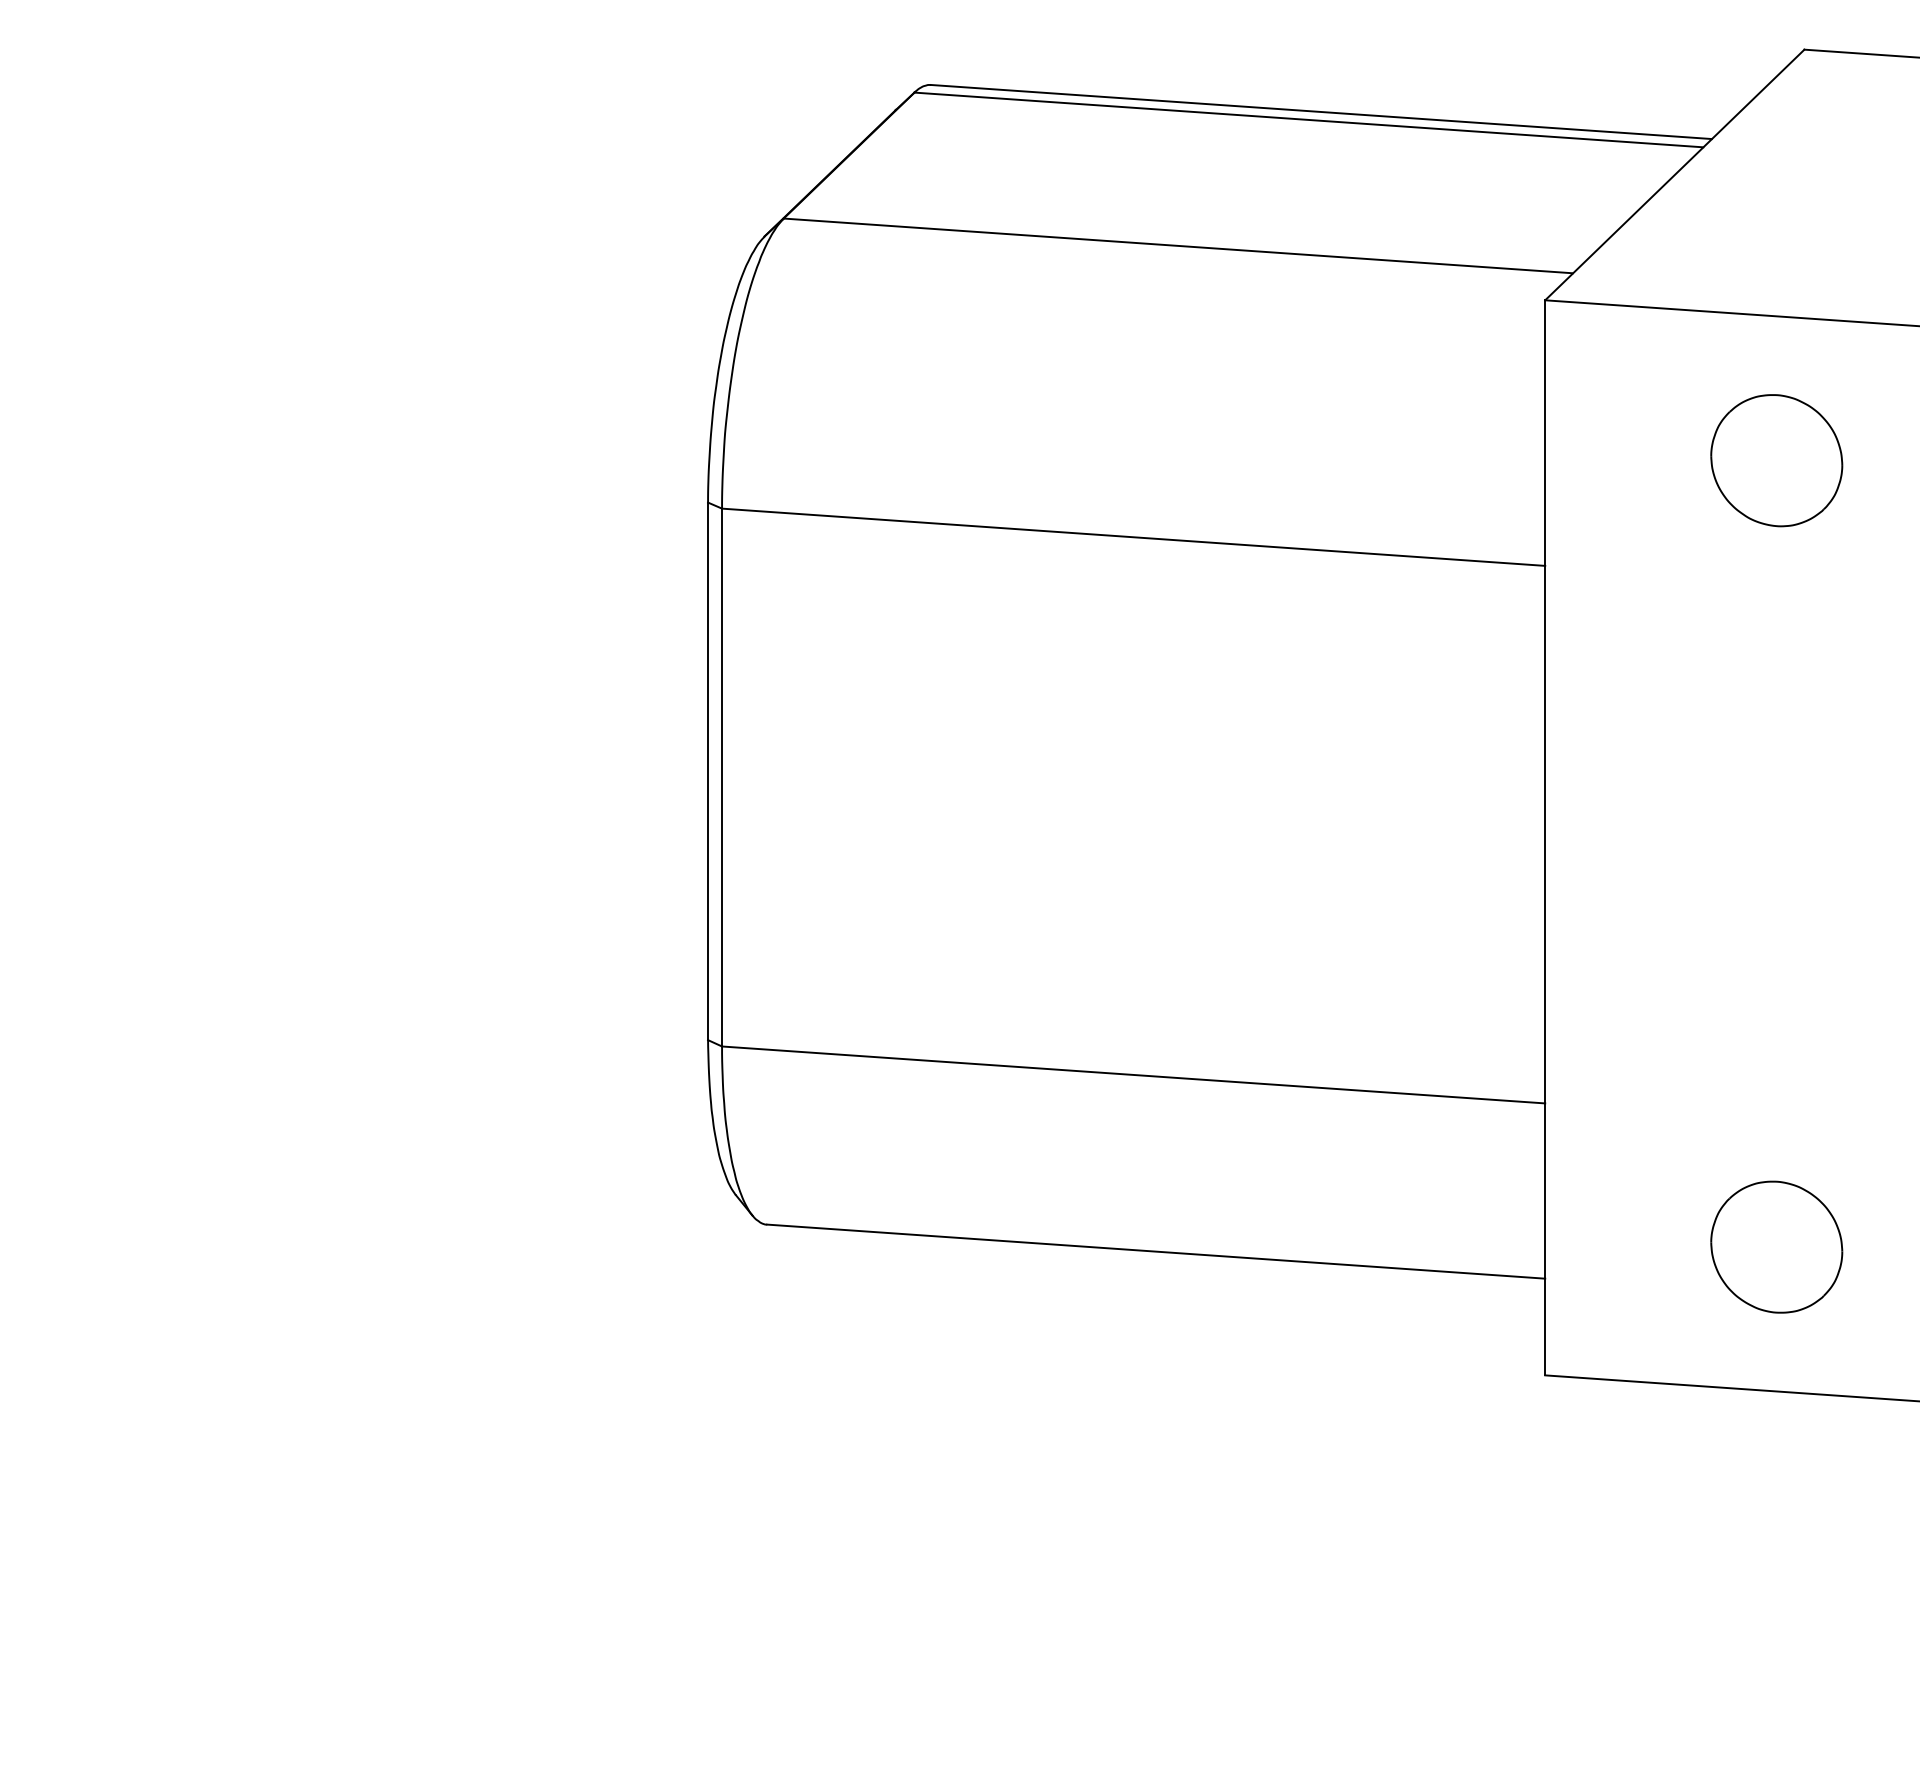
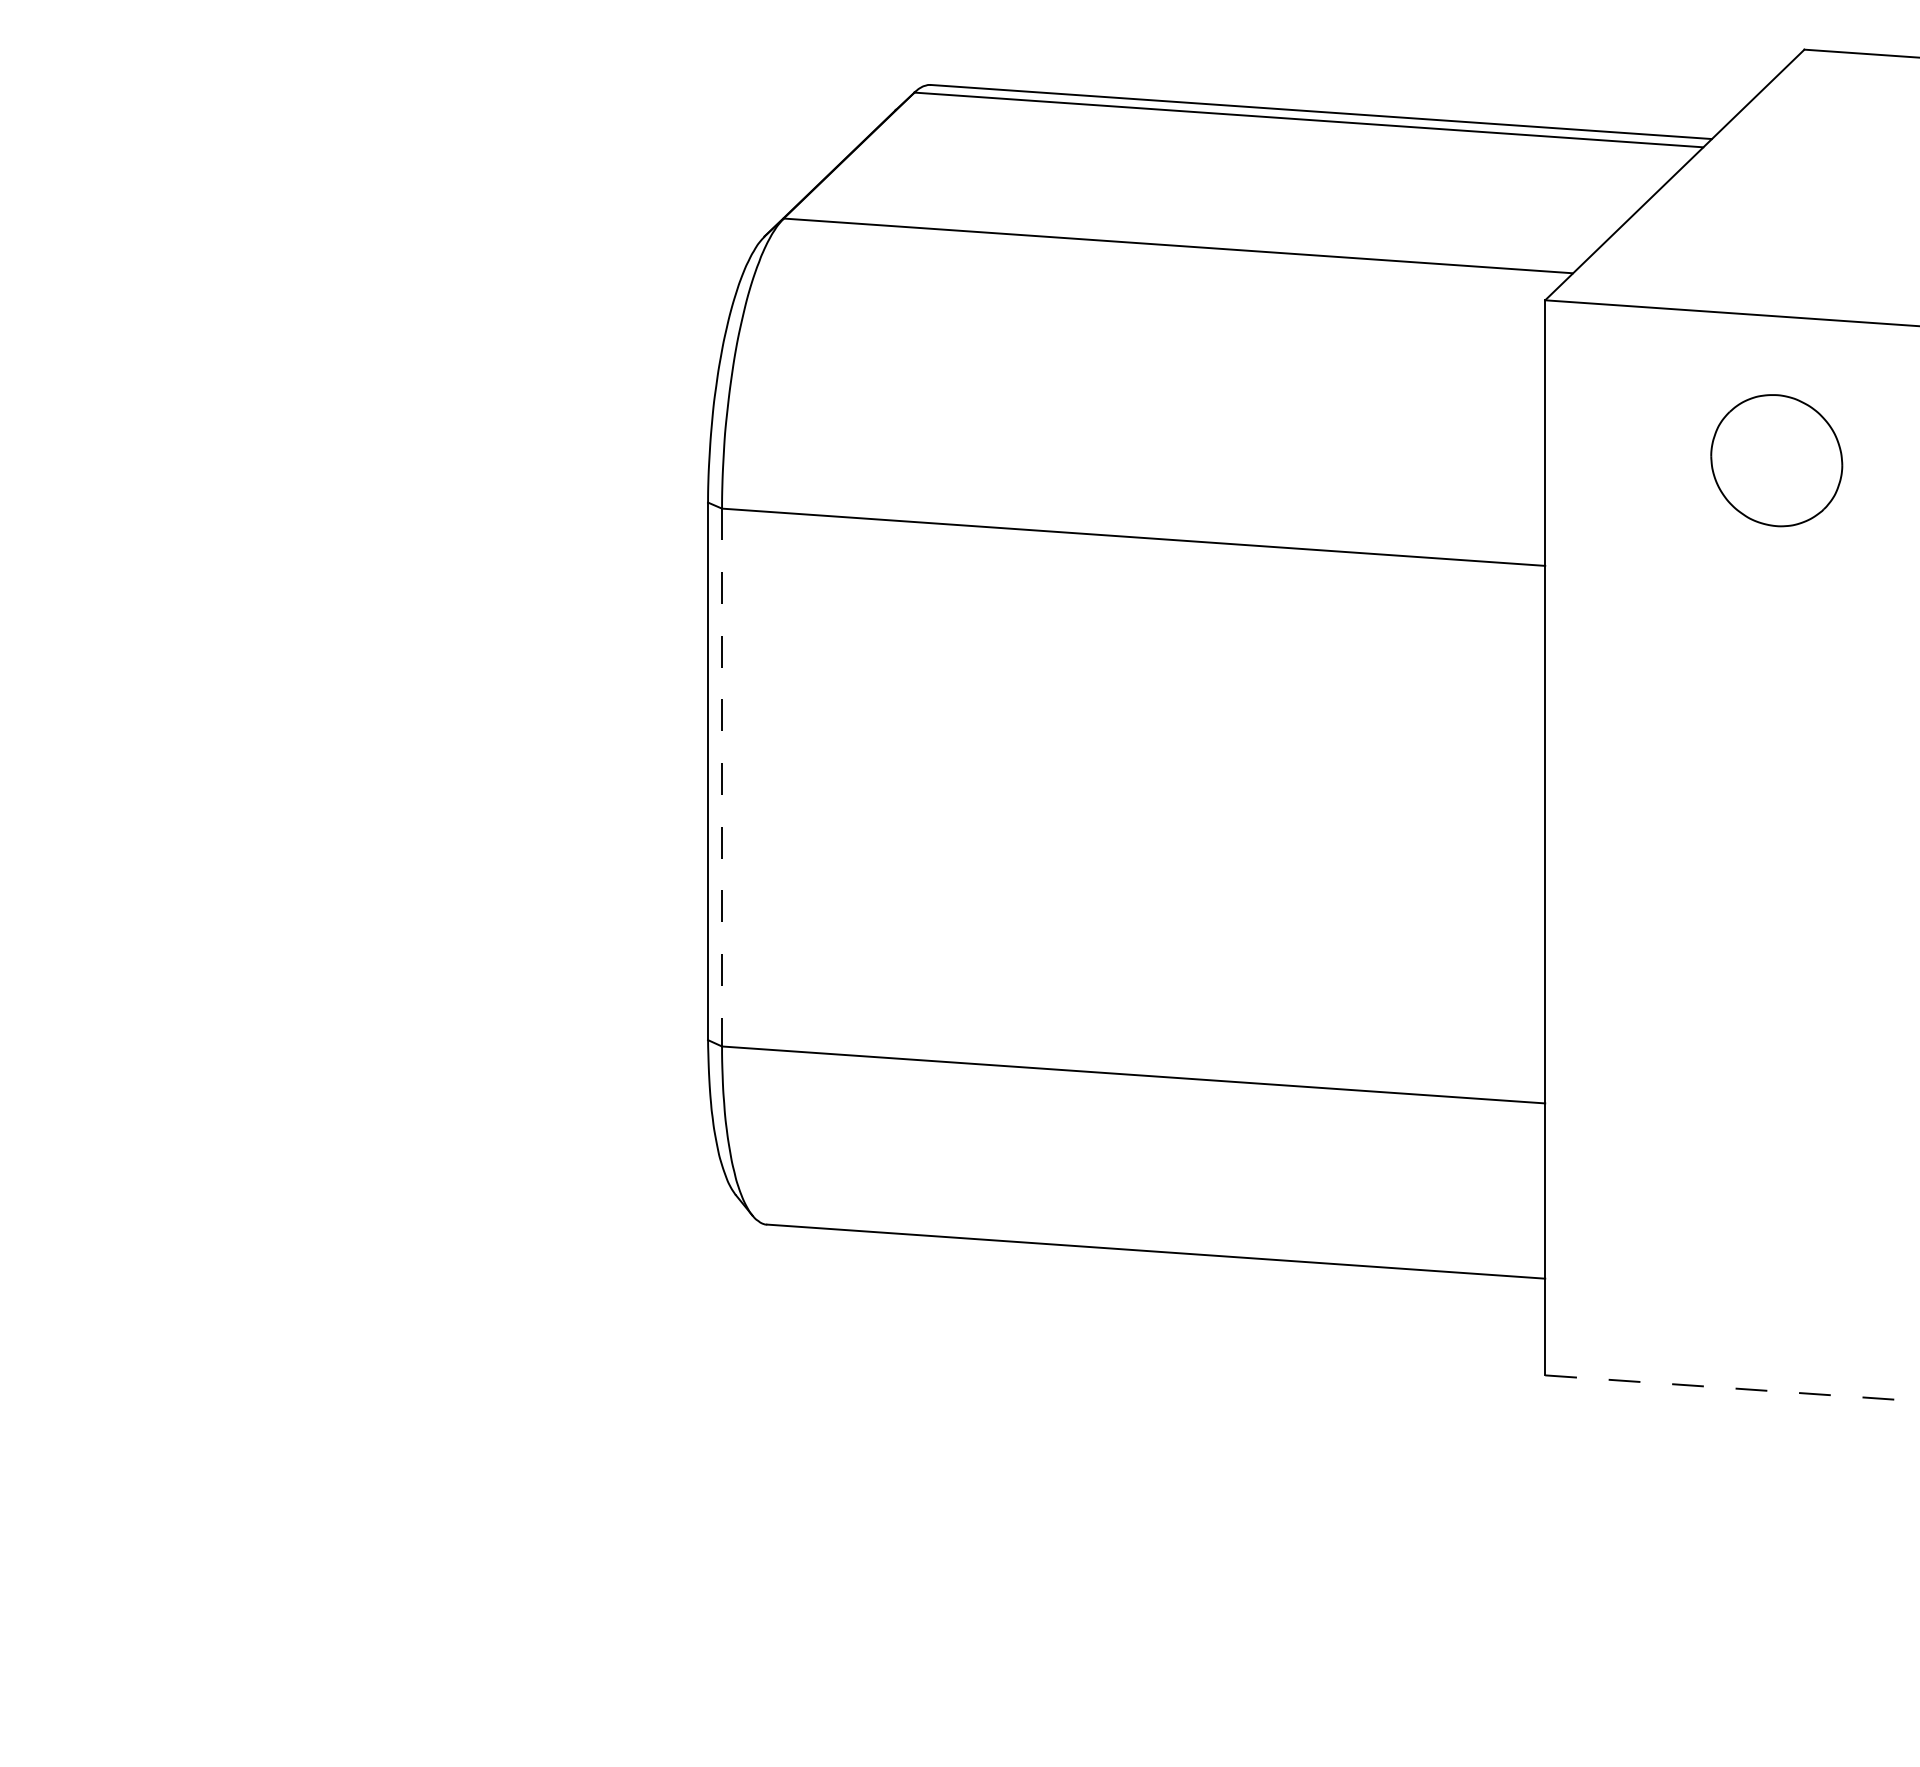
line at (722, 777): solid -> dashed
part at (1776, 1246): present -> none
line at (1732, 1388): solid -> dashed
